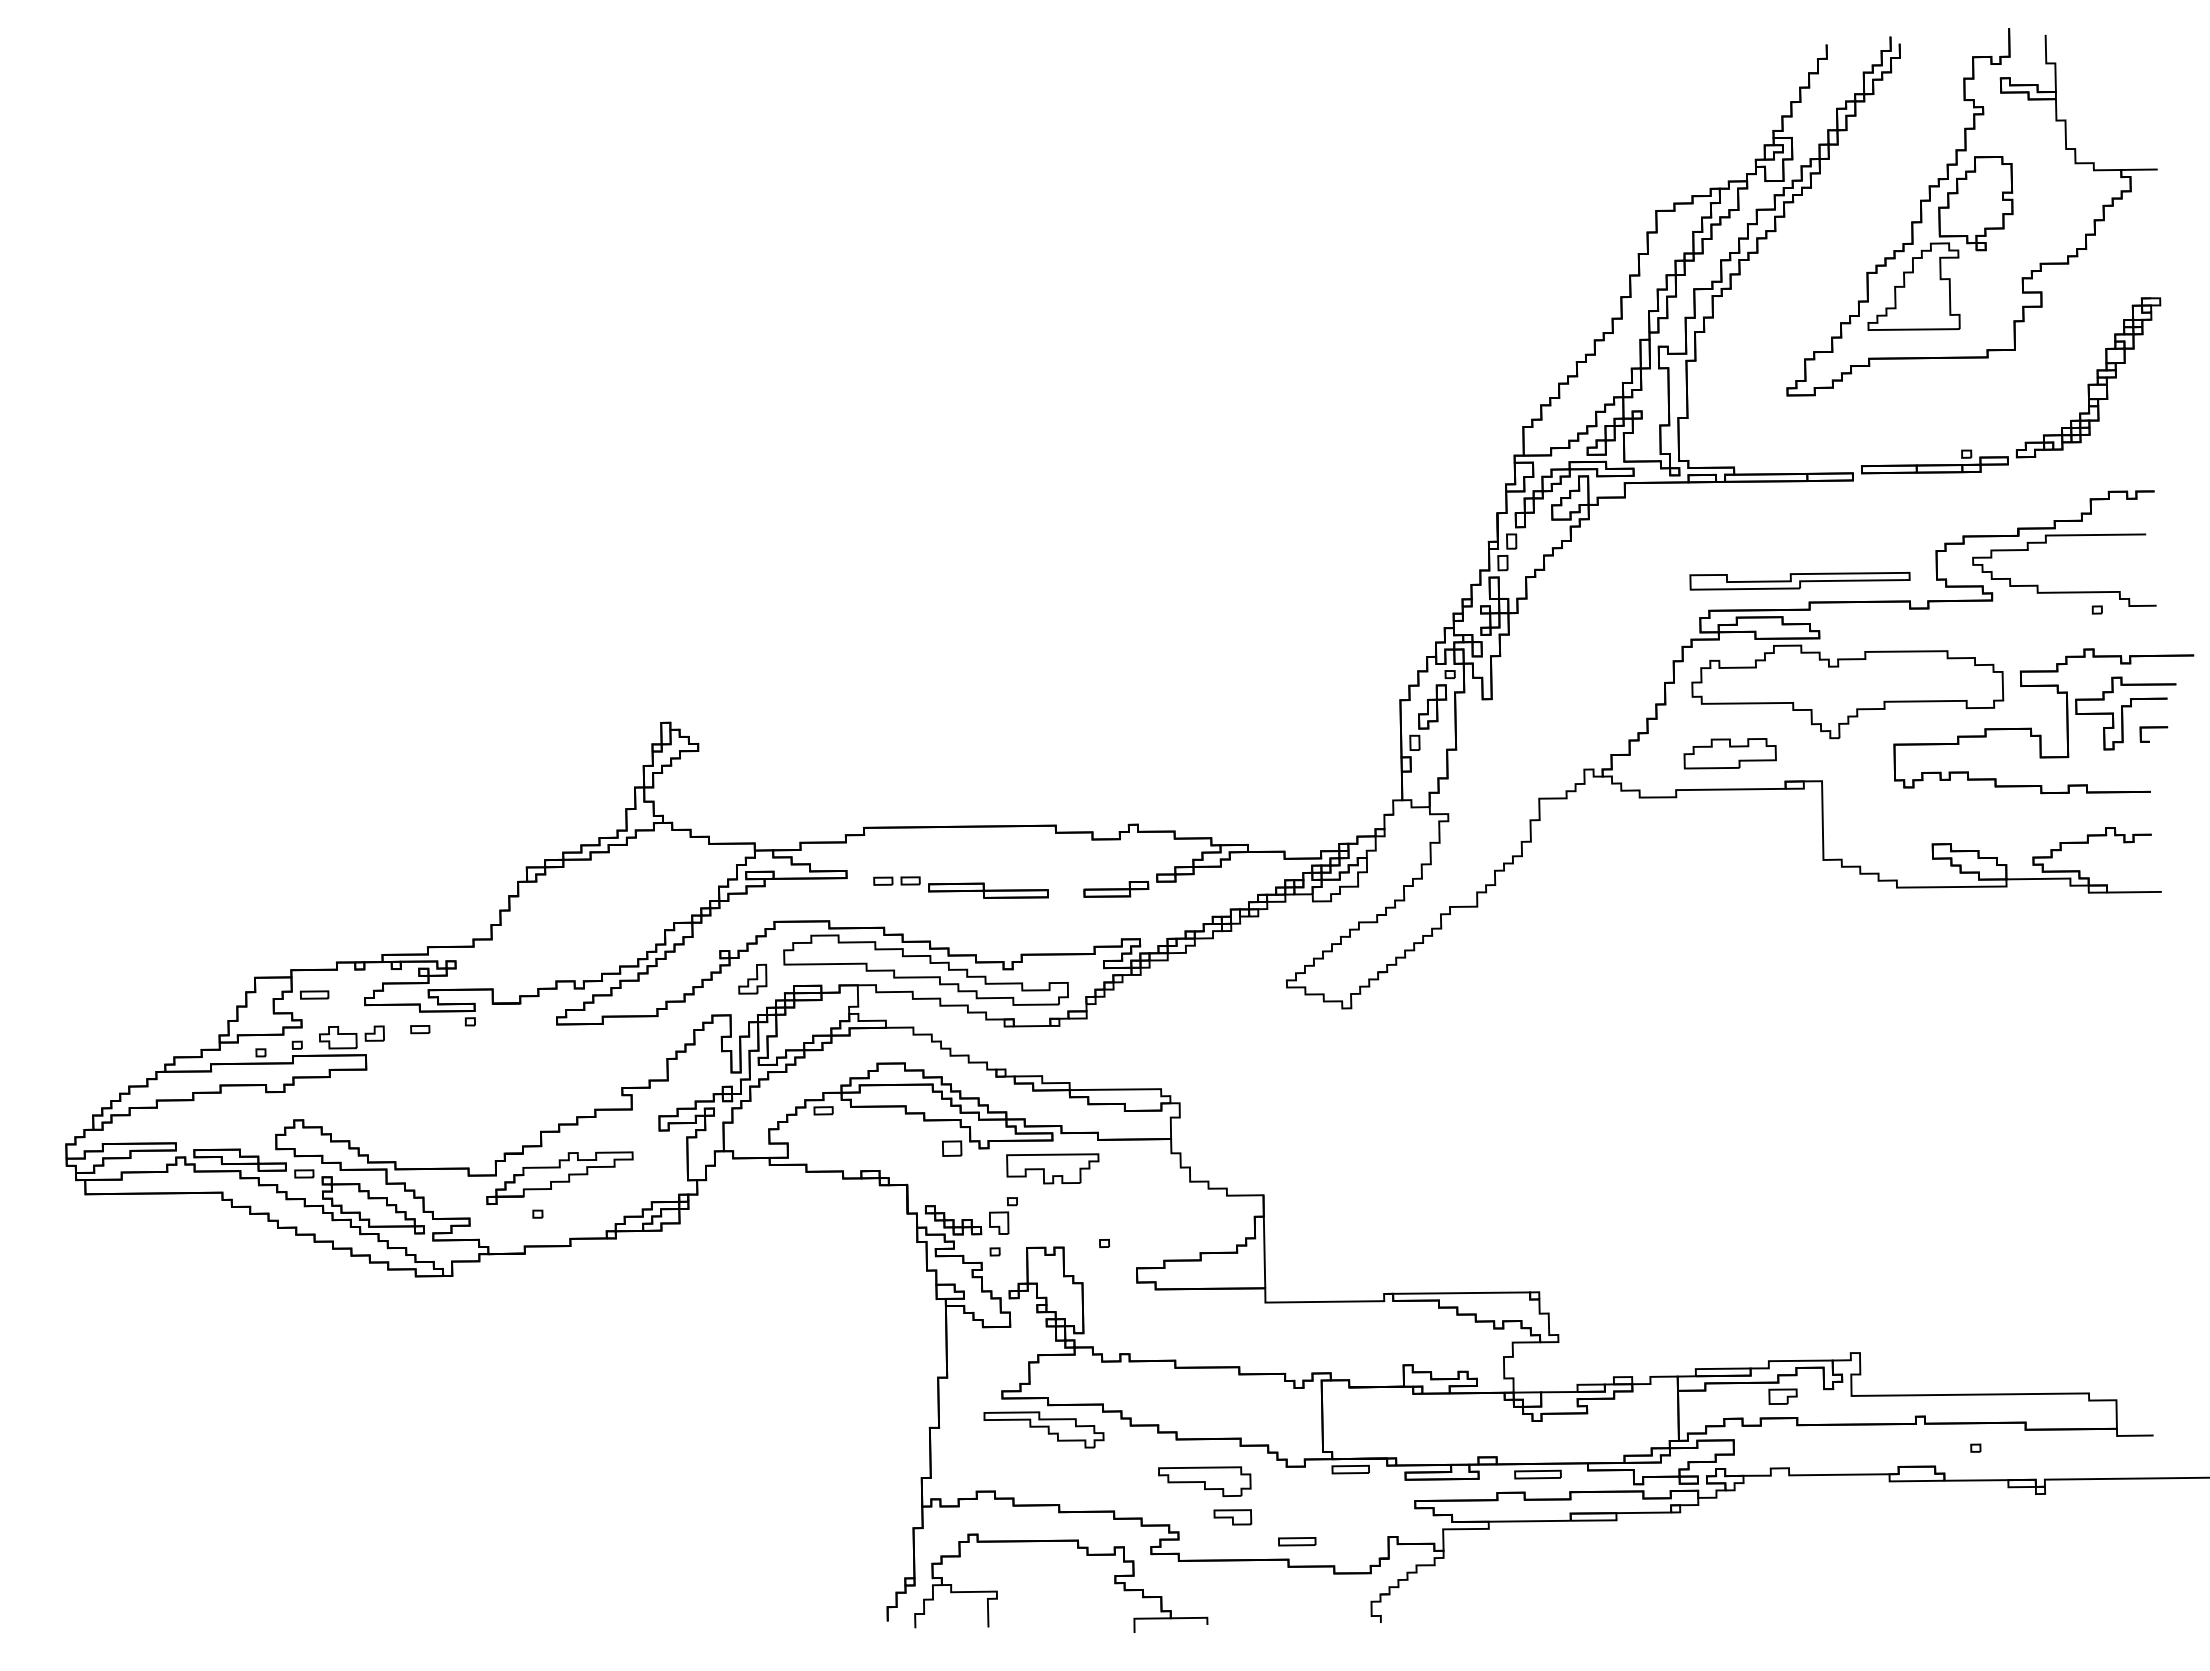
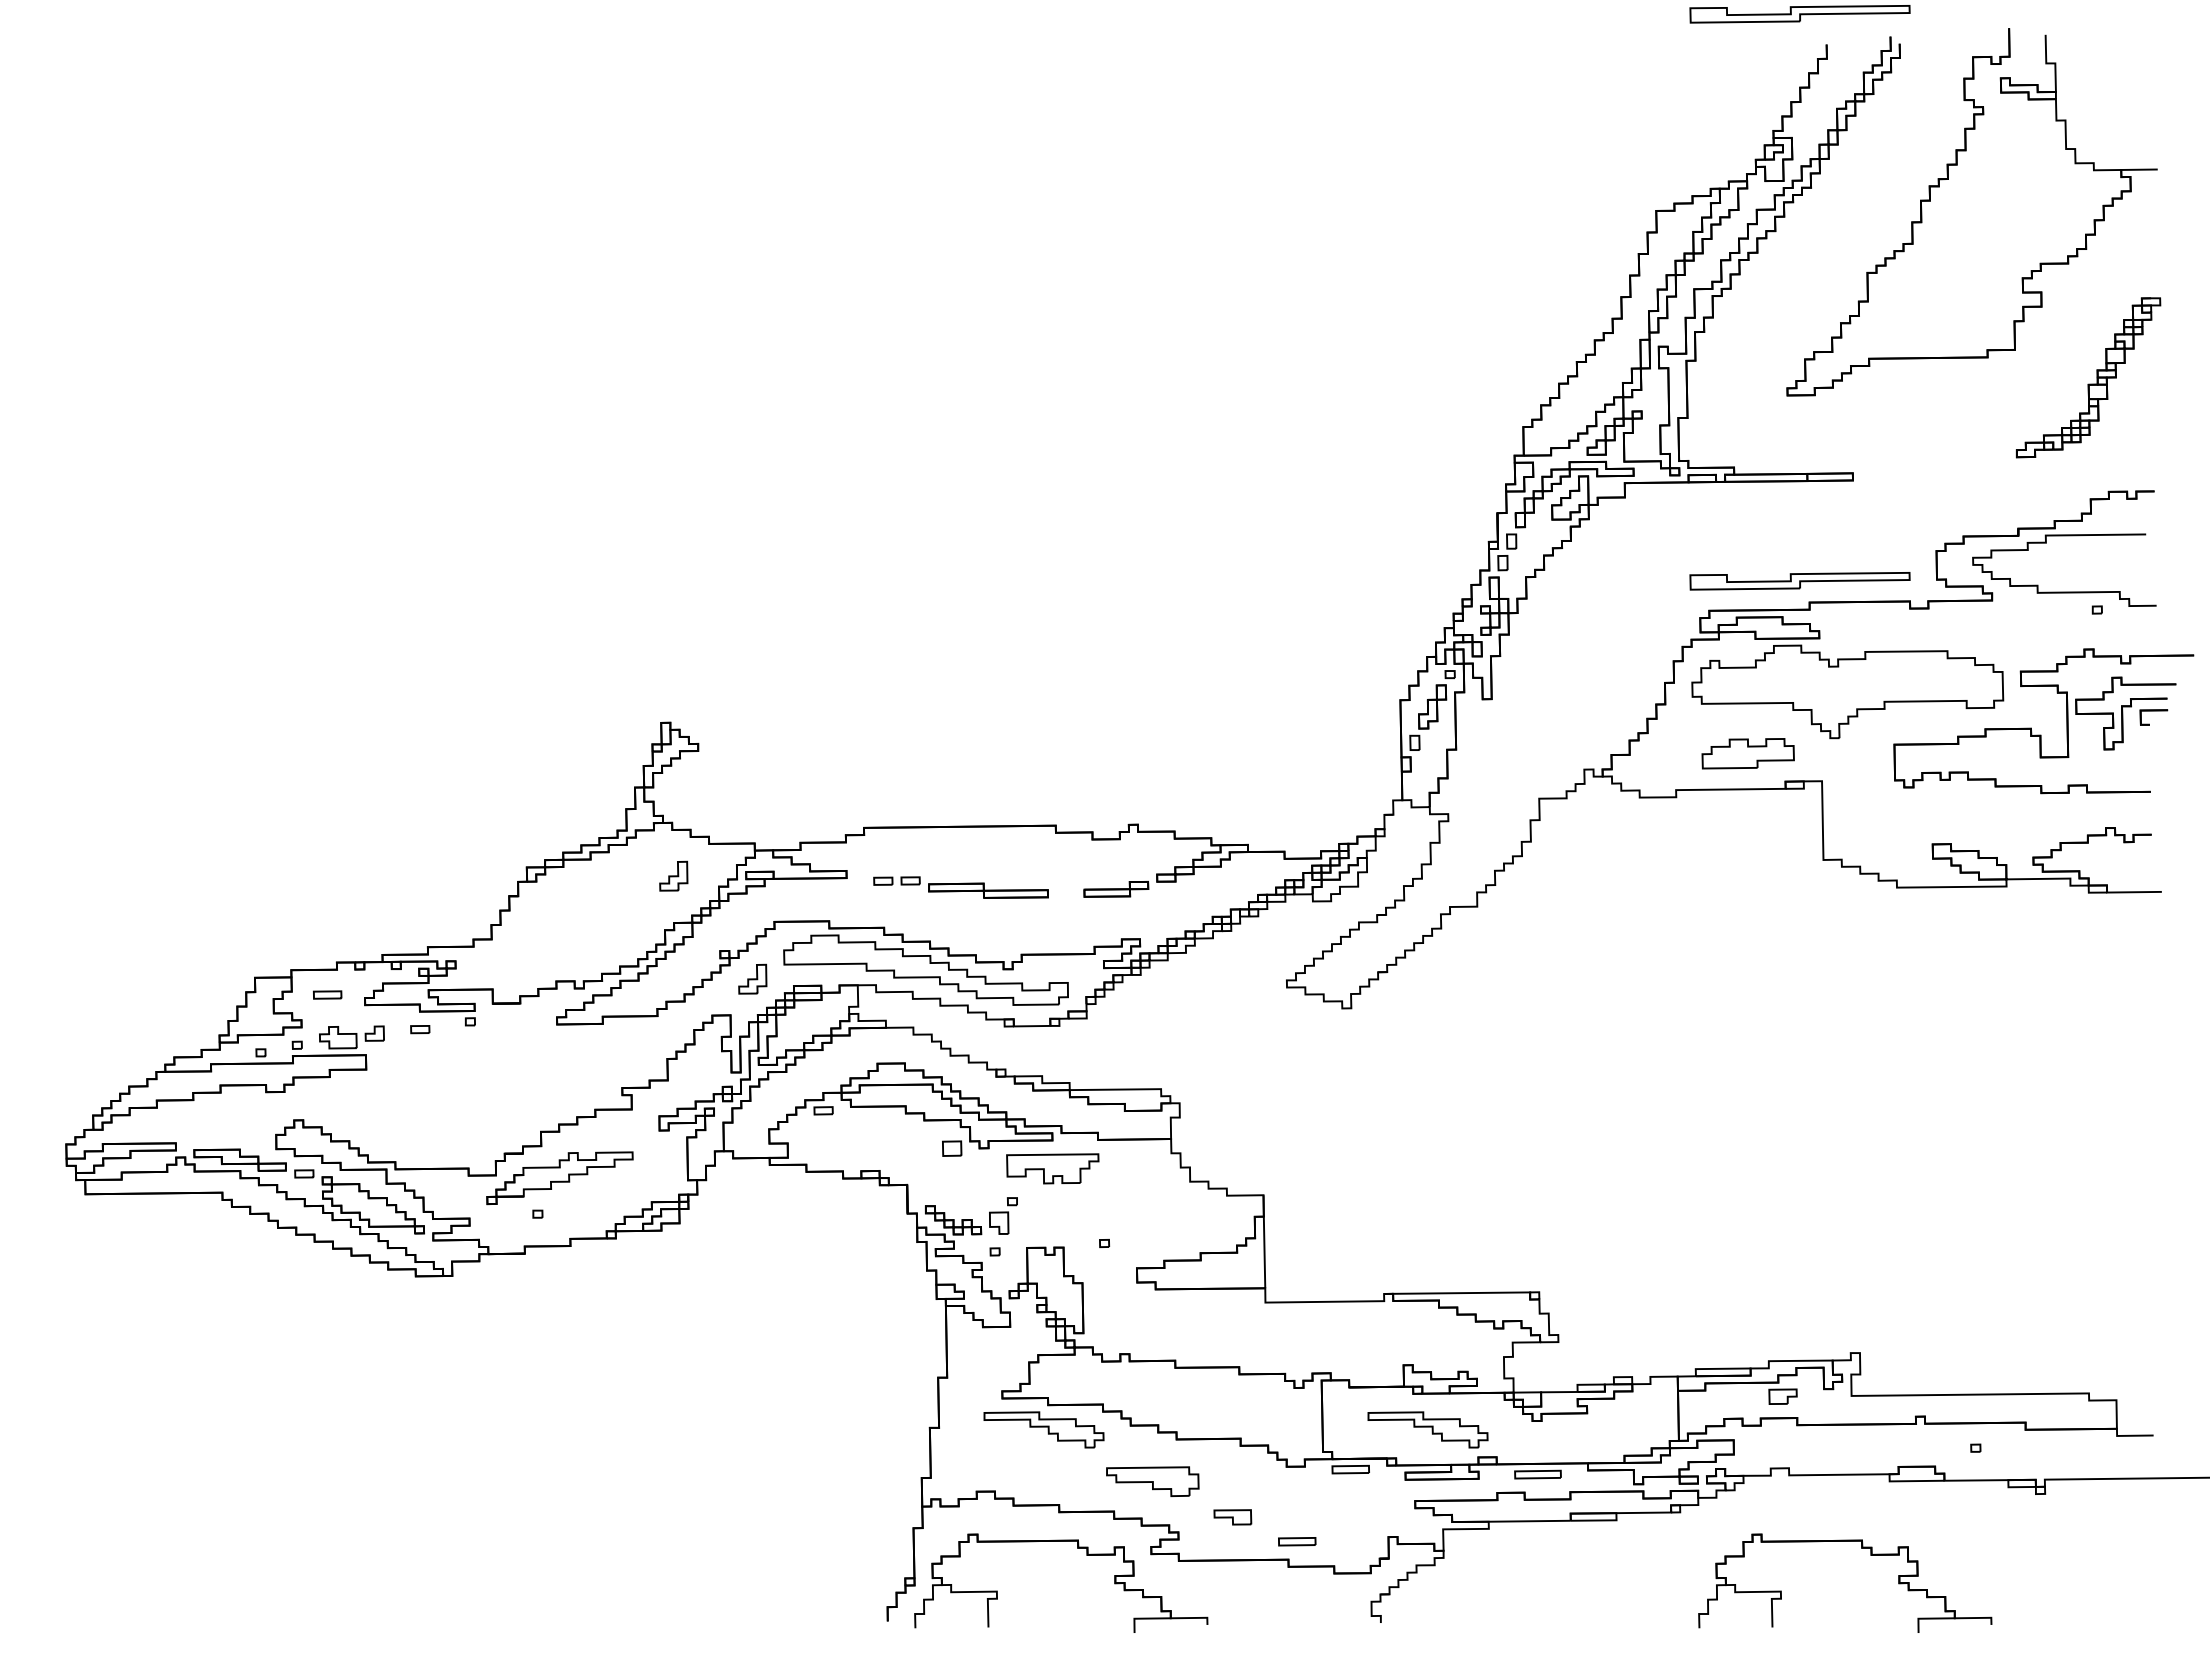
part at (1799, 14): none -> present
part at (1940, 243): present -> none
part at (1934, 461): present -> none
part at (2153, 734) position: (2153, 734) -> (2153, 717)
part at (1729, 753) position: (1729, 753) -> (1747, 753)
part at (673, 875): none -> present
part at (314, 994) position: (314, 994) -> (327, 994)
part at (1427, 1429): none -> present
part at (1204, 1481) position: (1204, 1481) -> (1152, 1481)
part at (1870, 1555): none -> present
